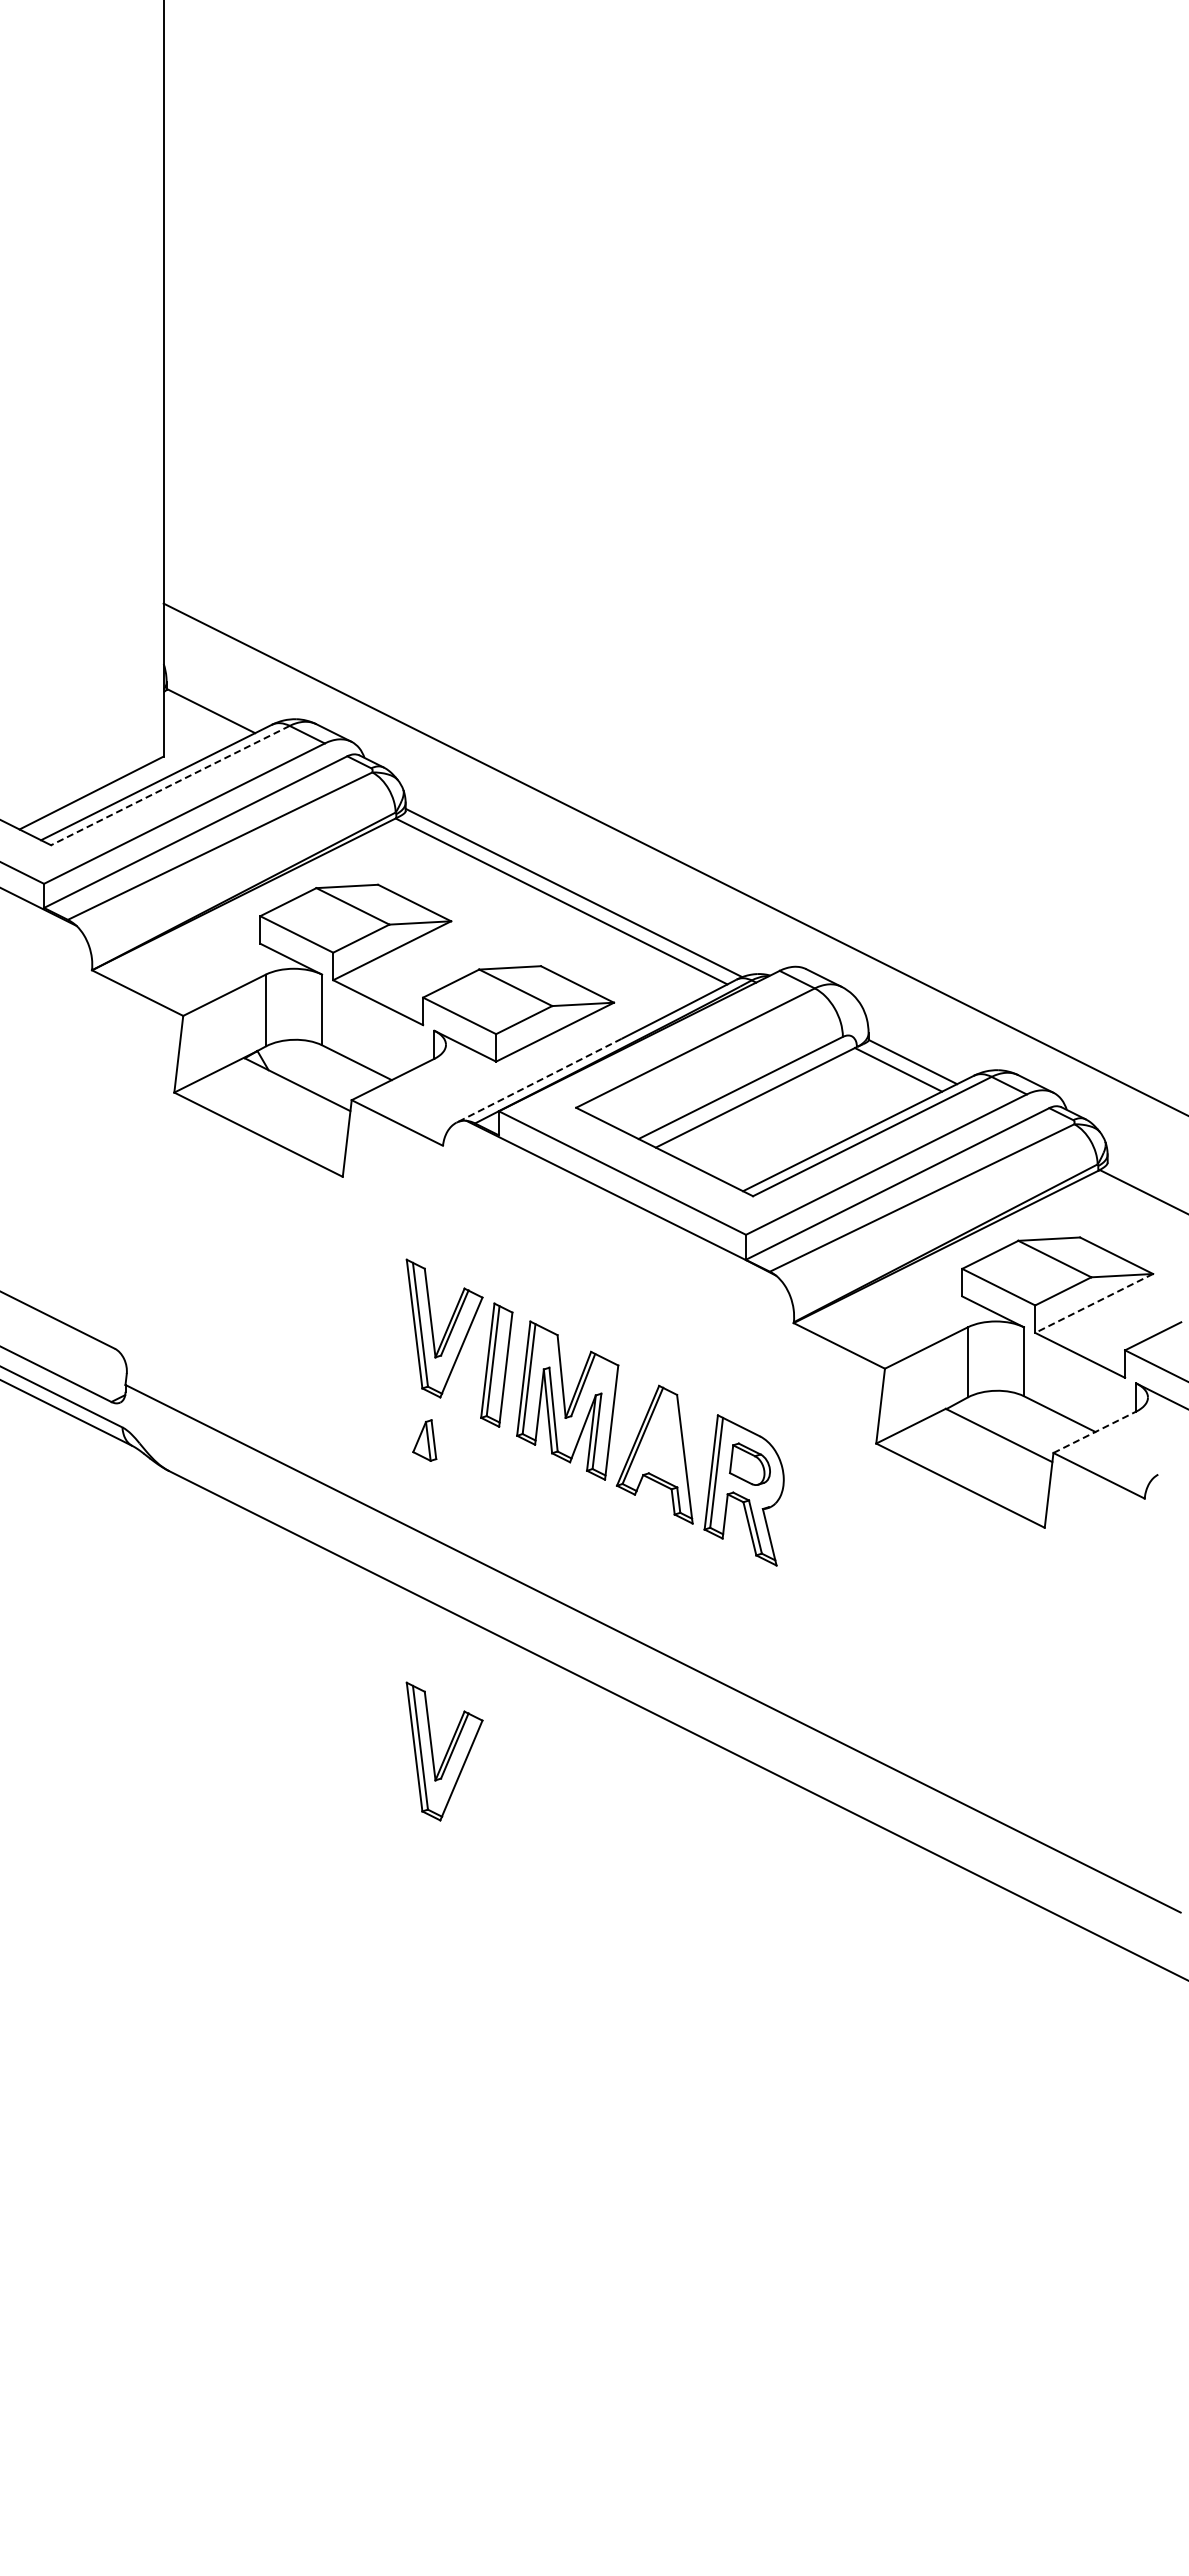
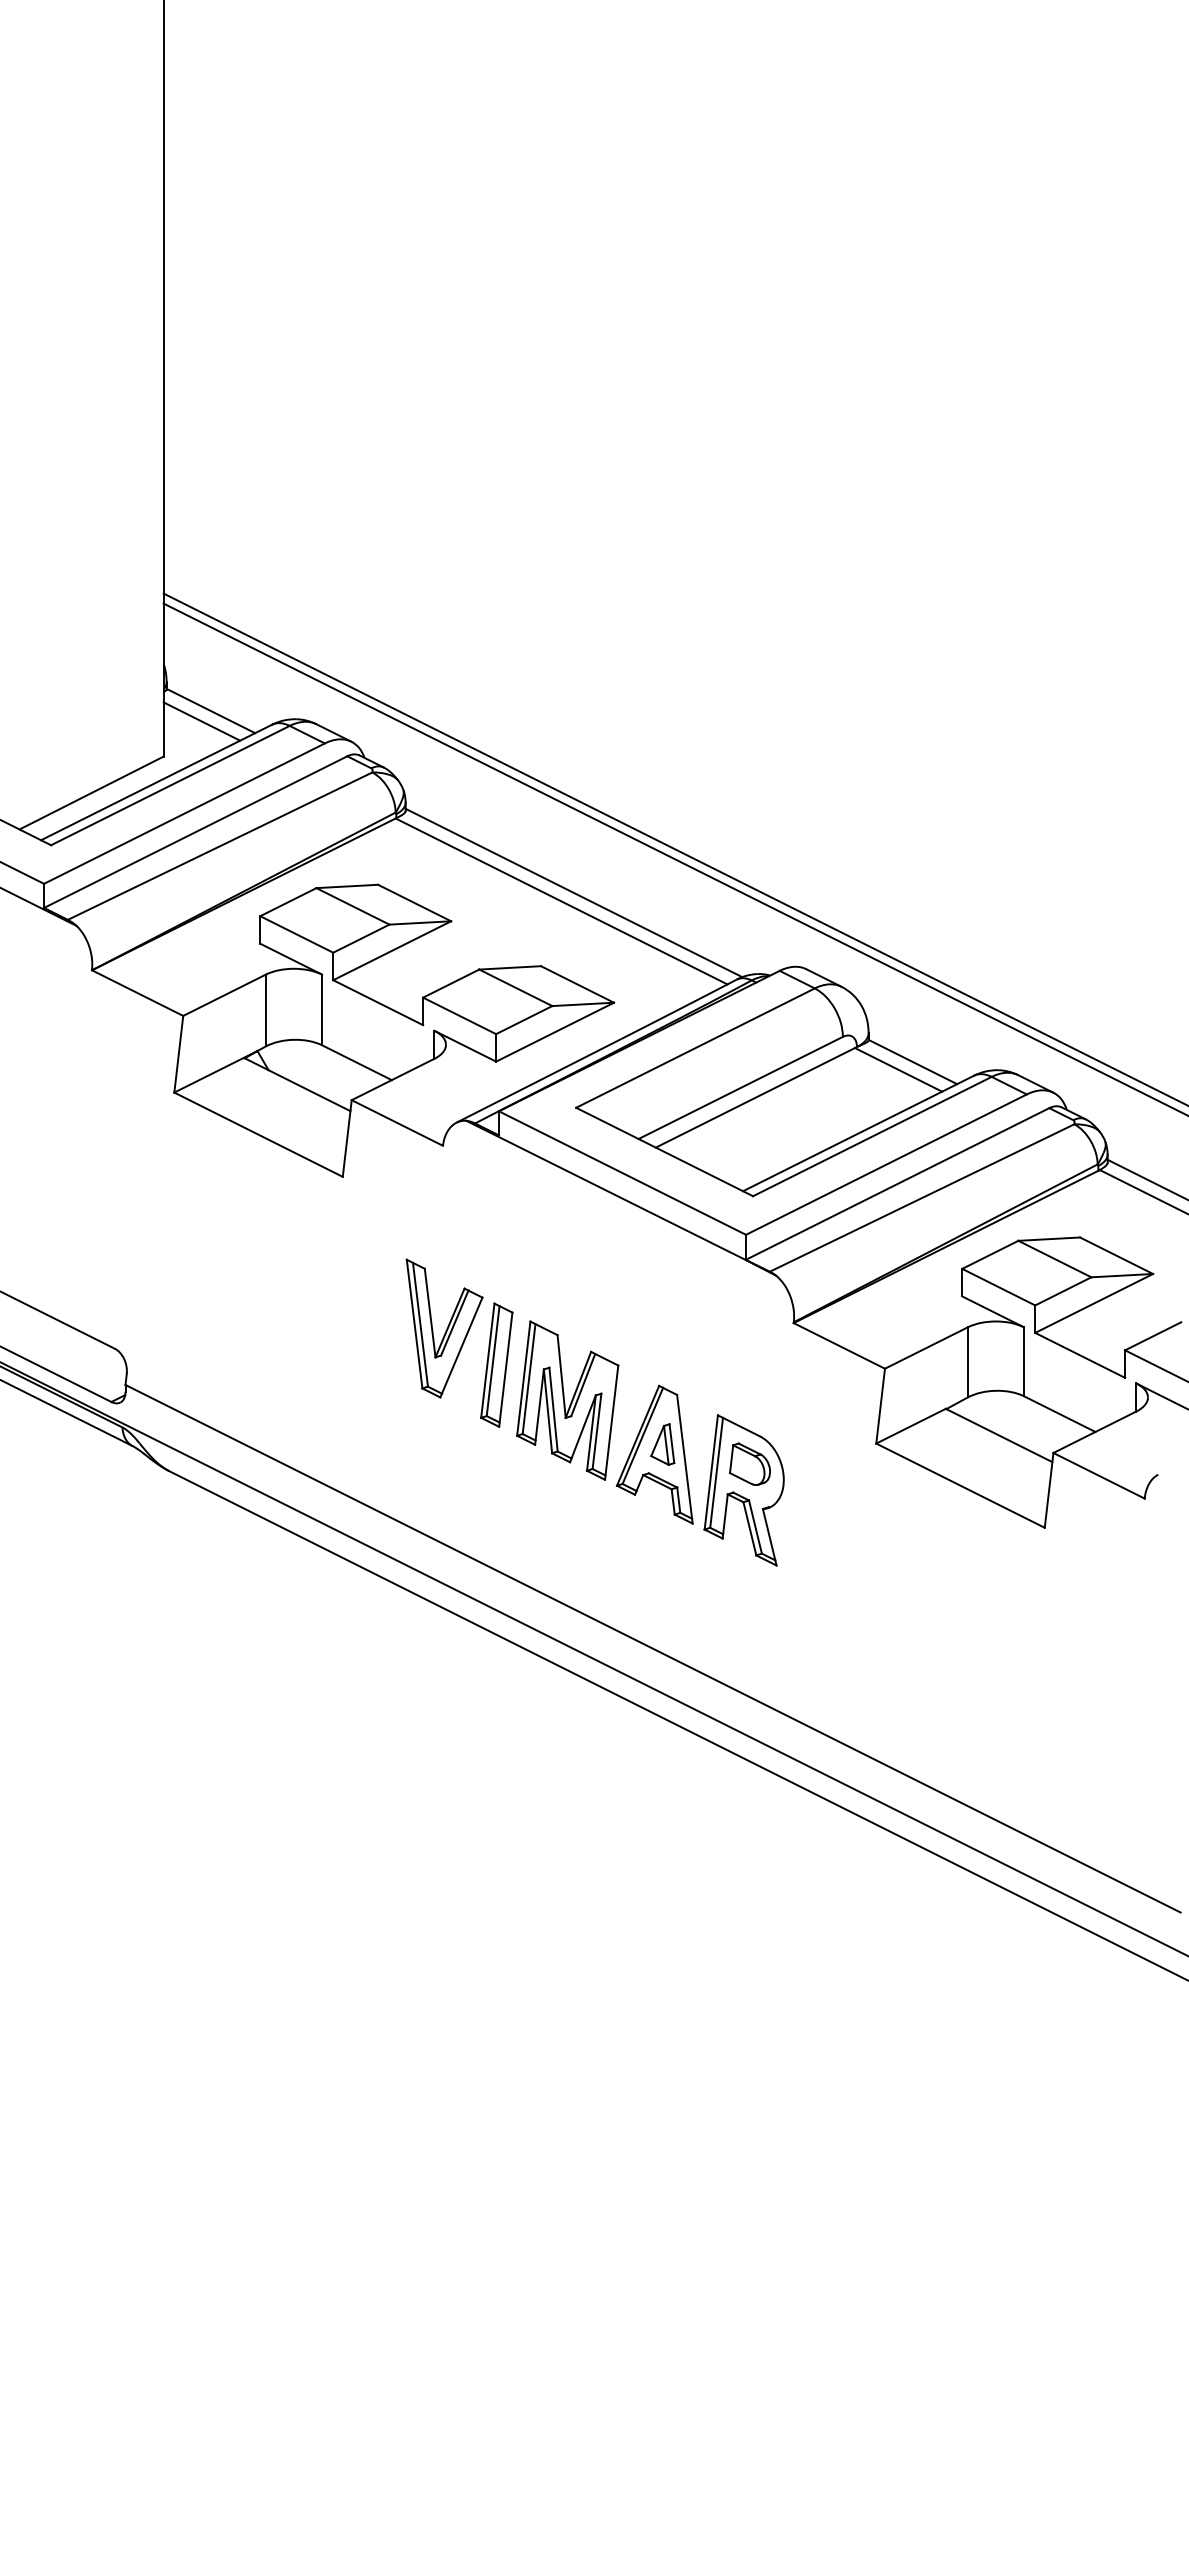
line at (201, 721): none -> present
line at (169, 785): dashed -> solid
line at (674, 848): none -> present
line at (539, 1080): dashed -> solid
line at (1146, 1178): none -> present
line at (1094, 1303): dashed -> solid
line at (1095, 1432): dashed -> solid
part at (424, 1440) position: (424, 1440) -> (662, 1444)
line at (593, 1658): none -> present
part at (444, 1751): present -> none
